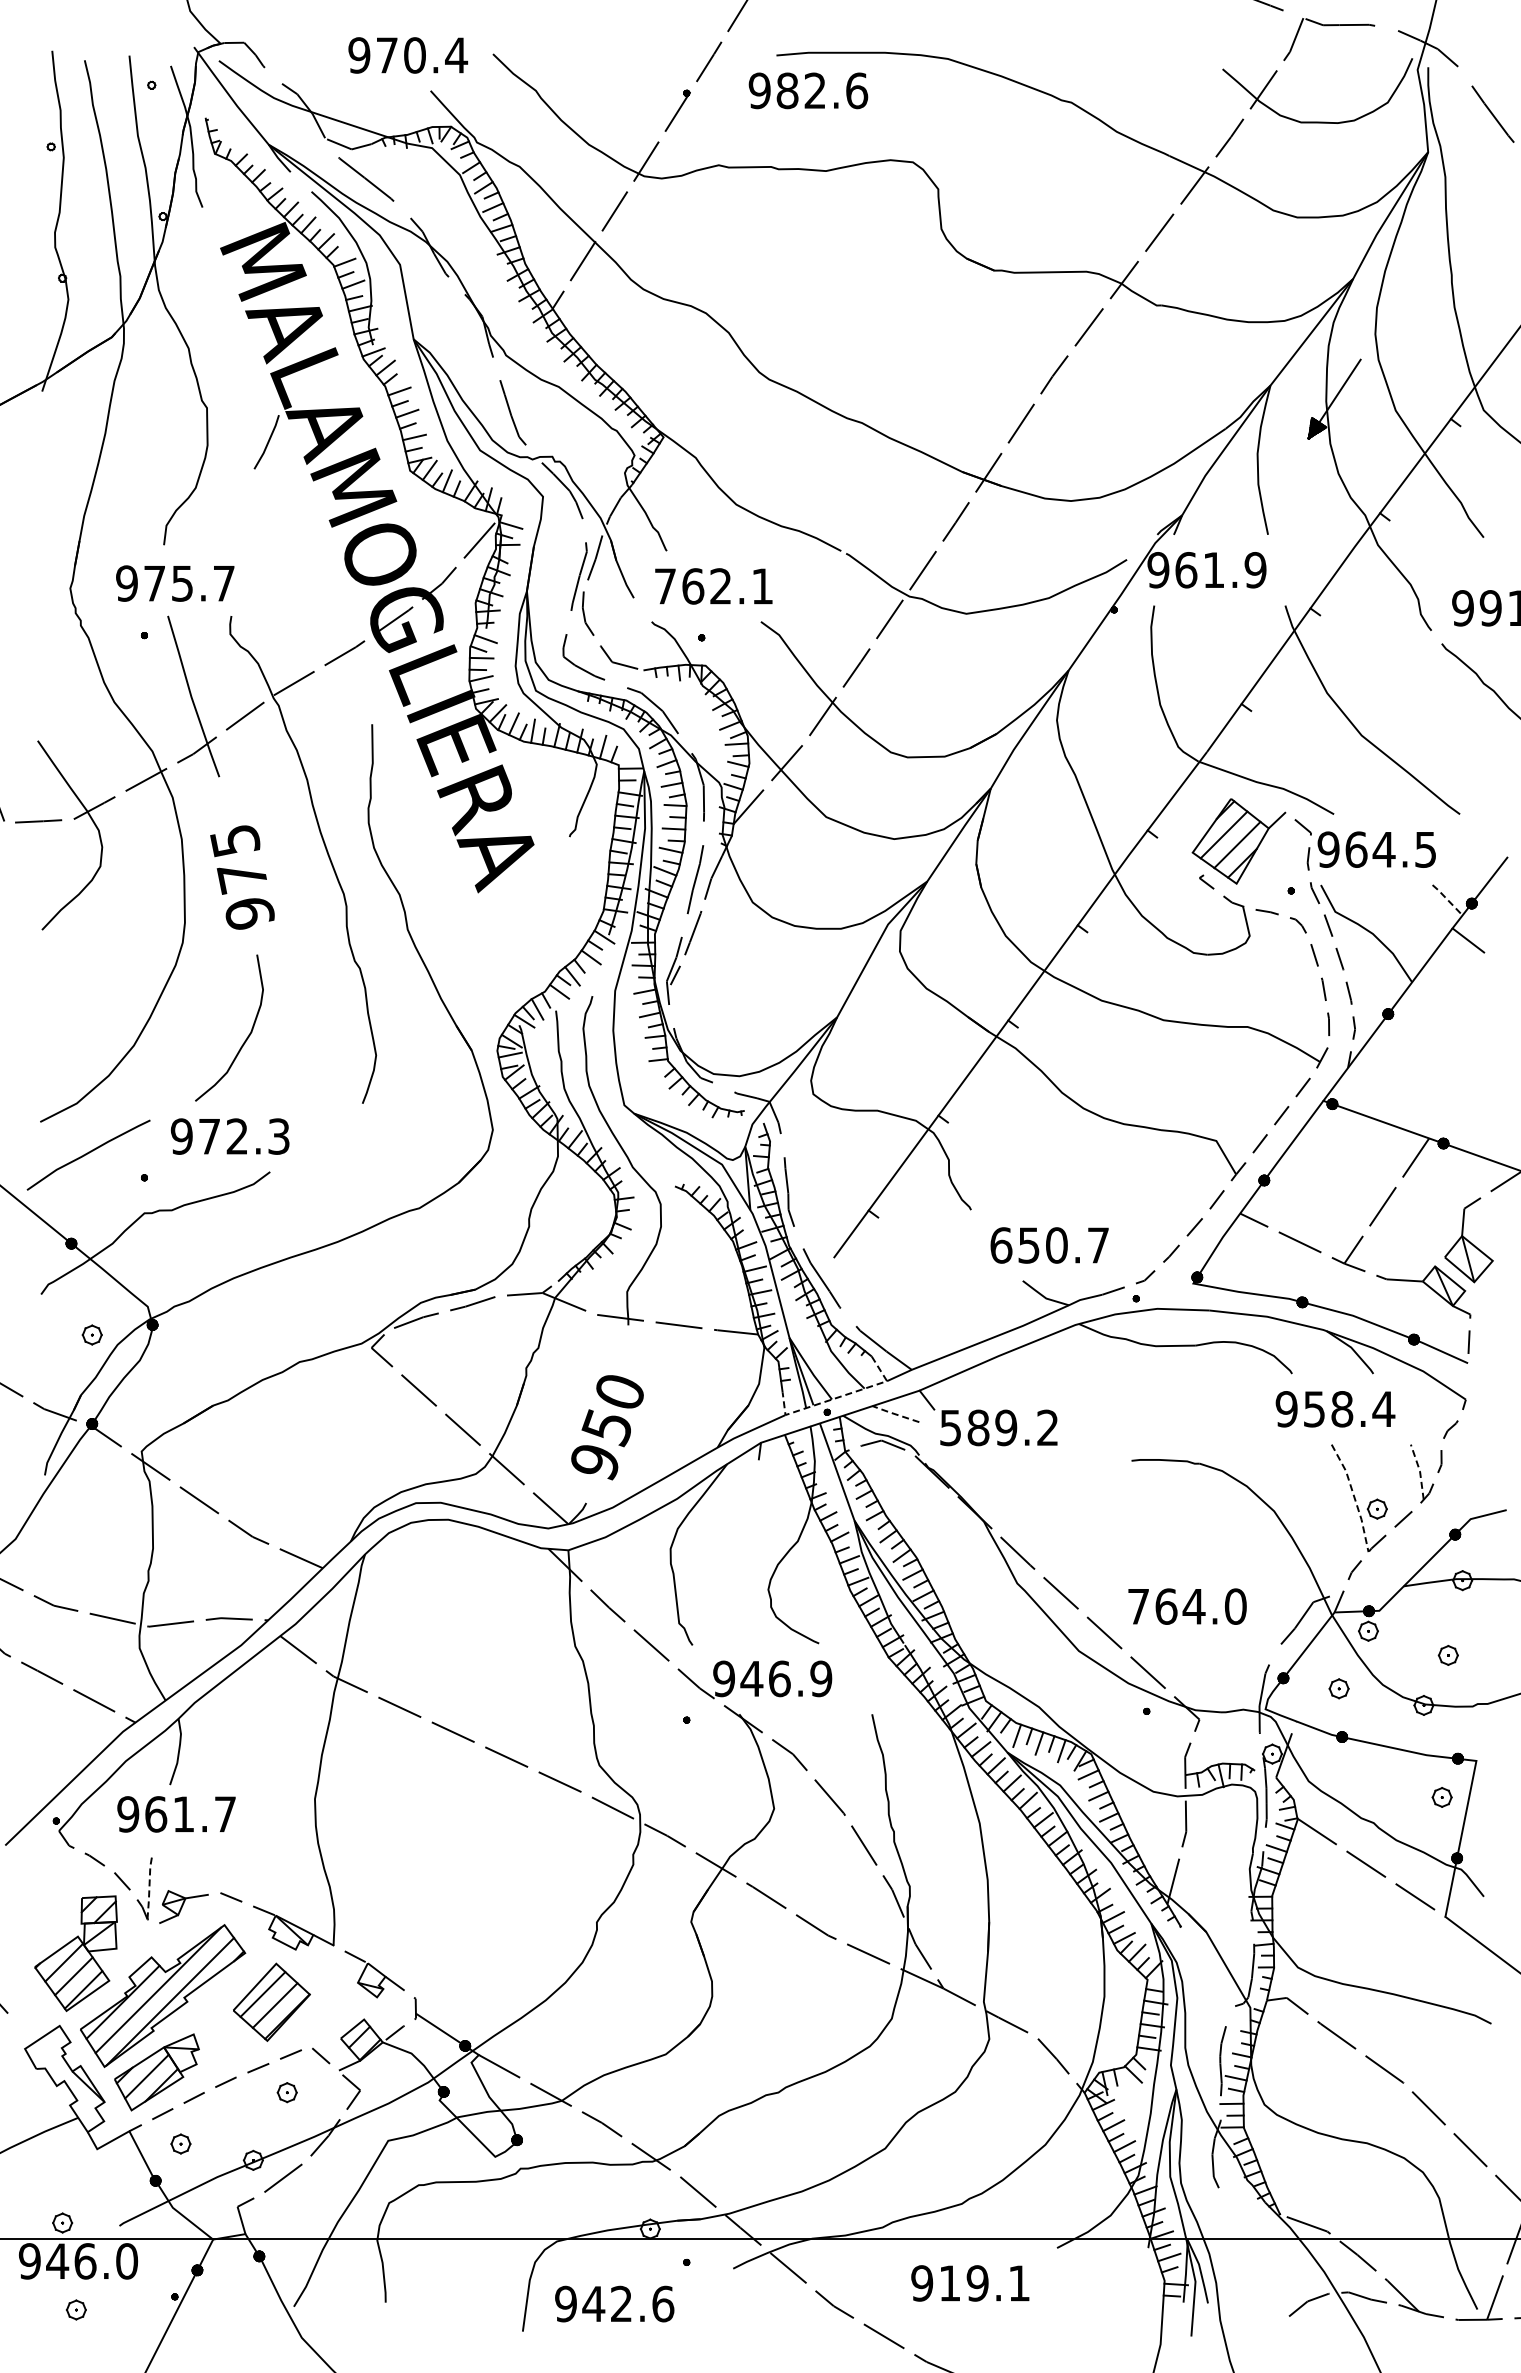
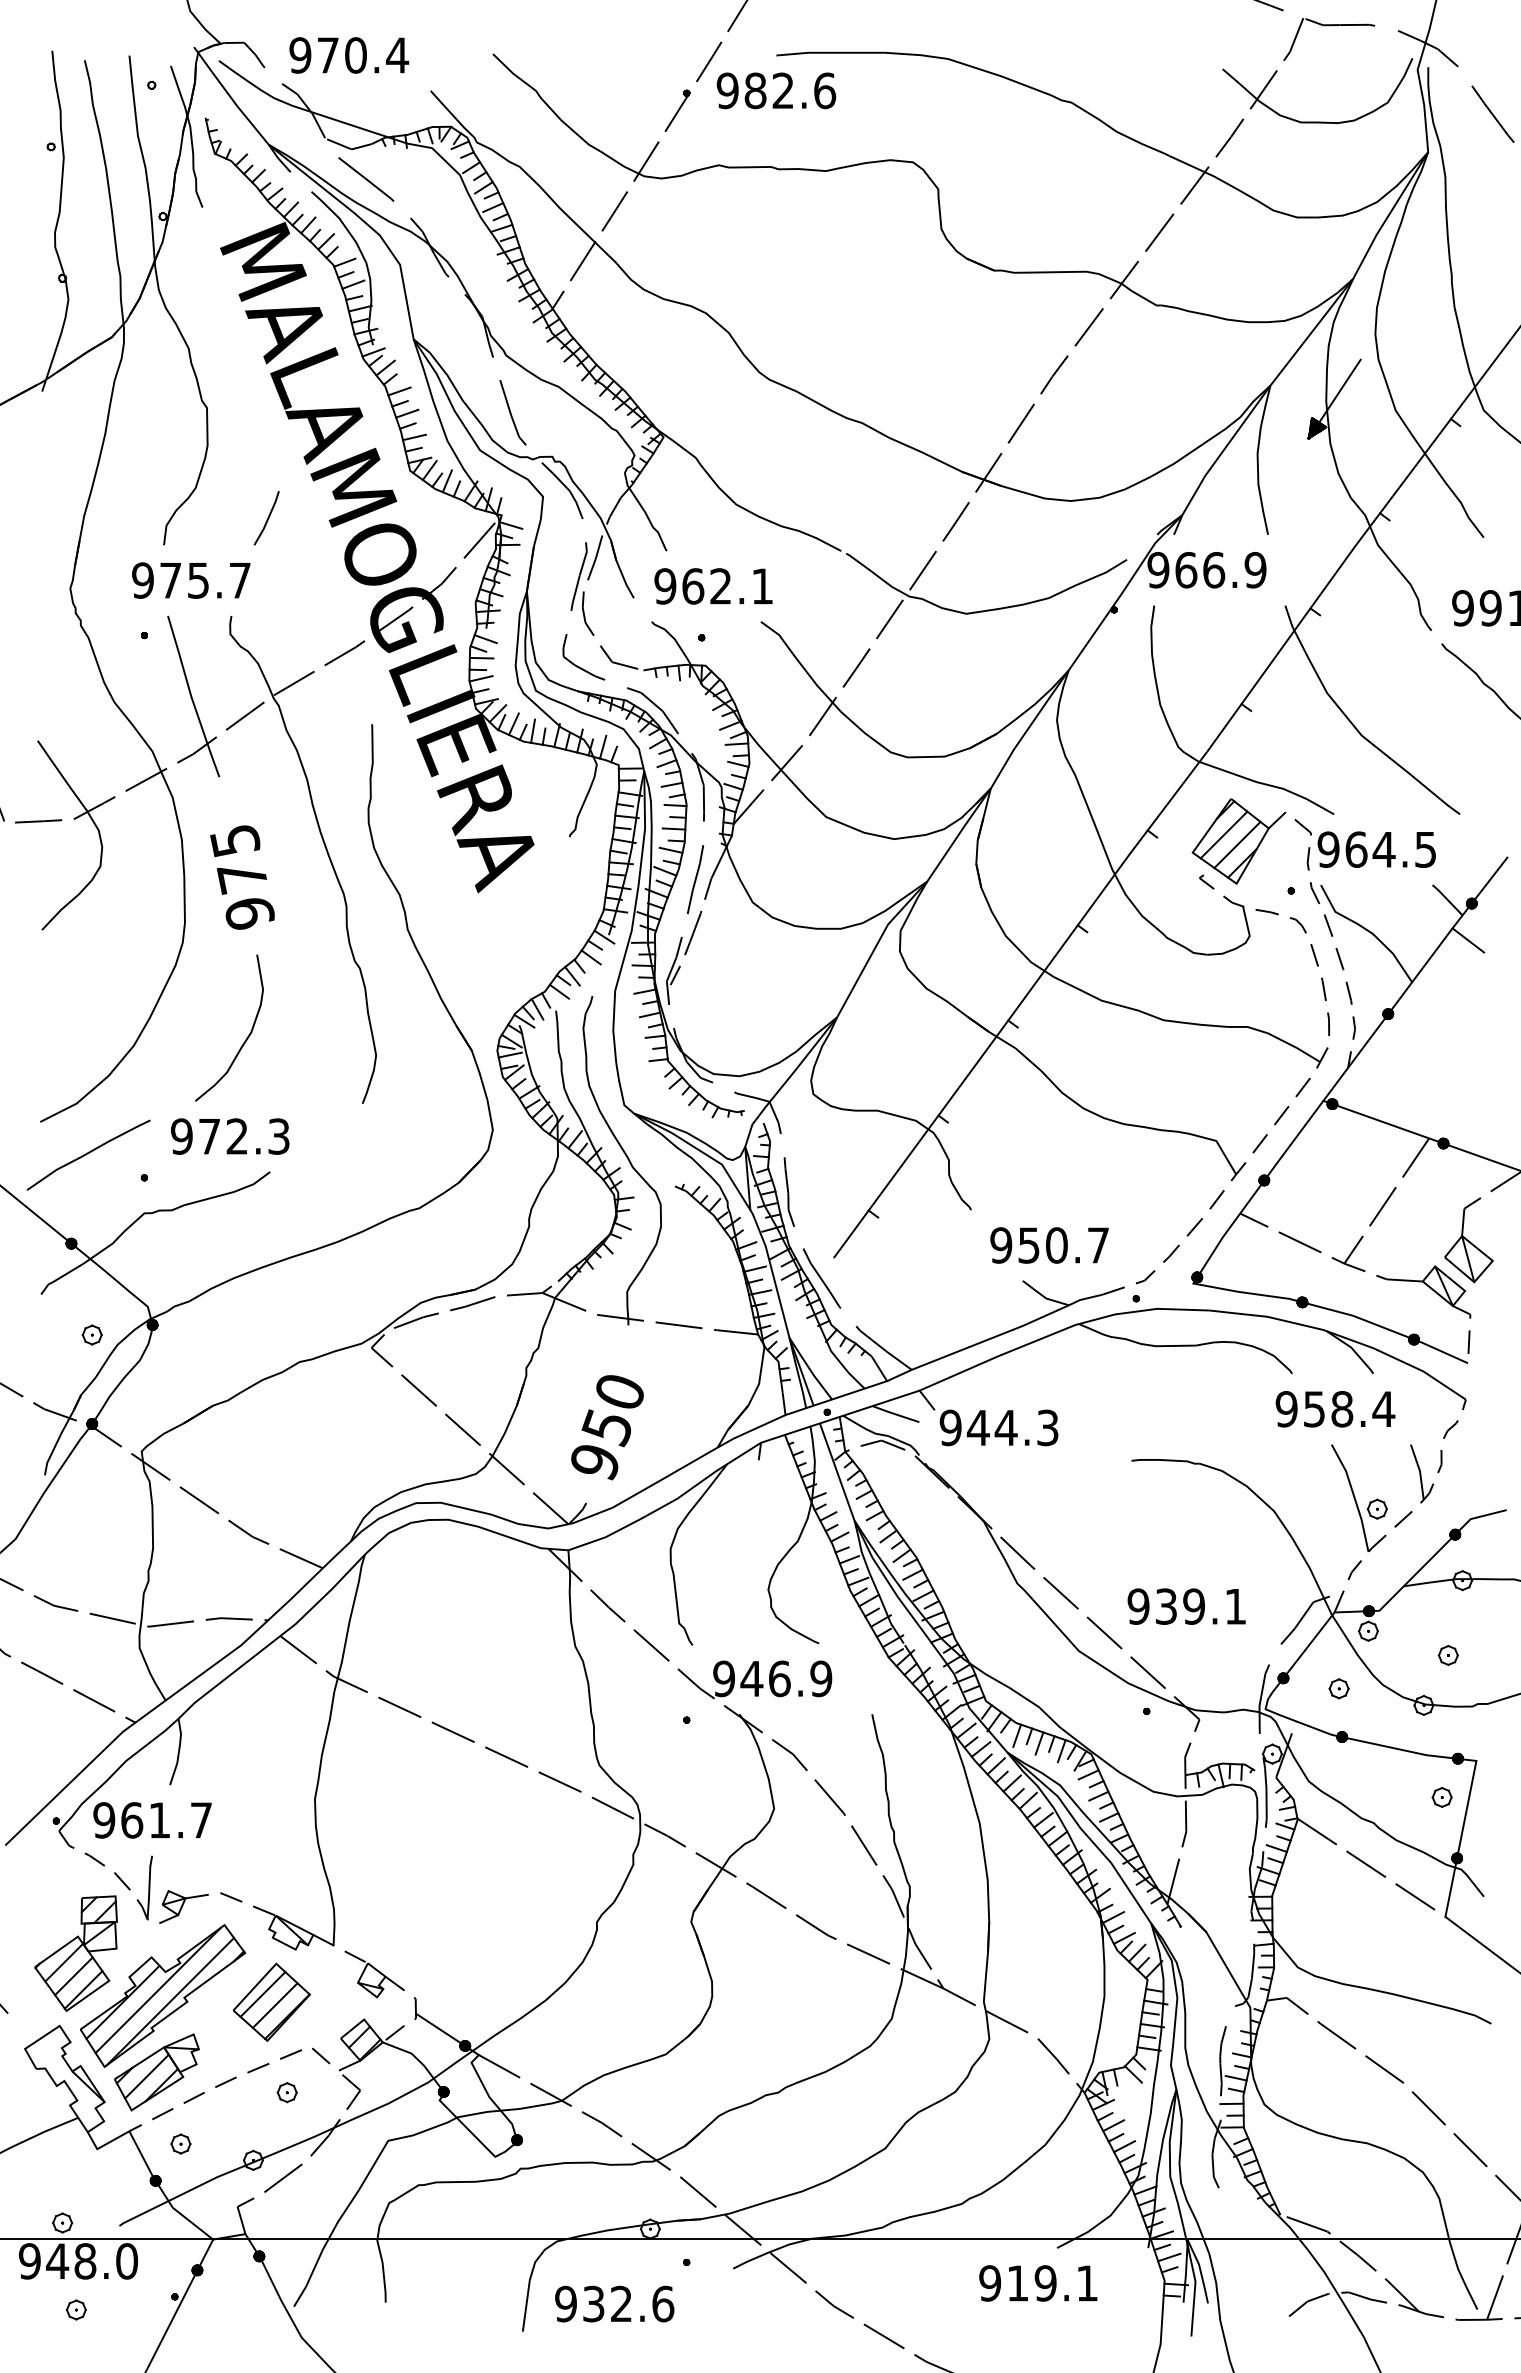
text at (408, 55) position: (408, 55) -> (349, 55)
text at (808, 90) position: (808, 90) -> (776, 90)
line at (267, 442) position: (267, 442) -> (267, 518)
text at (1214, 570): 961.9 -> 966.9
text at (175, 583) position: (175, 583) -> (191, 580)
text at (665, 586): 762.1 -> 962.1
line at (1447, 899): dashed -> solid
text at (1001, 1245): 650.7 -> 950.7
line at (839, 1397): dashed -> solid
line at (894, 1414): dashed -> solid
text at (998, 1427): 589.2 -> 944.3
line at (1419, 1471): dashed -> solid
line at (1354, 1496): dashed -> solid
text at (1186, 1606): 764.0 -> 939.1
text at (176, 1814) position: (176, 1814) -> (152, 1820)
line at (149, 1887): dashed -> solid
text at (85, 2261): 946.0 -> 948.0
text at (970, 2283) position: (970, 2283) -> (1038, 2283)
text at (593, 2303): 942.6 -> 932.6
